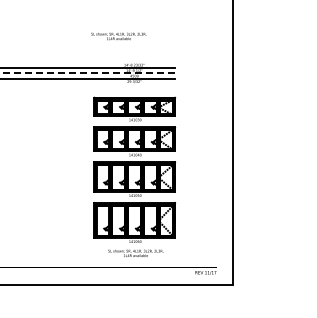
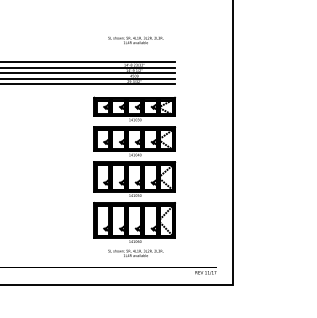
text at (118, 36) position: (118, 36) -> (135, 40)
line at (88, 62): none -> present
line at (87, 73): dashed -> solid
line at (88, 84): none -> present
